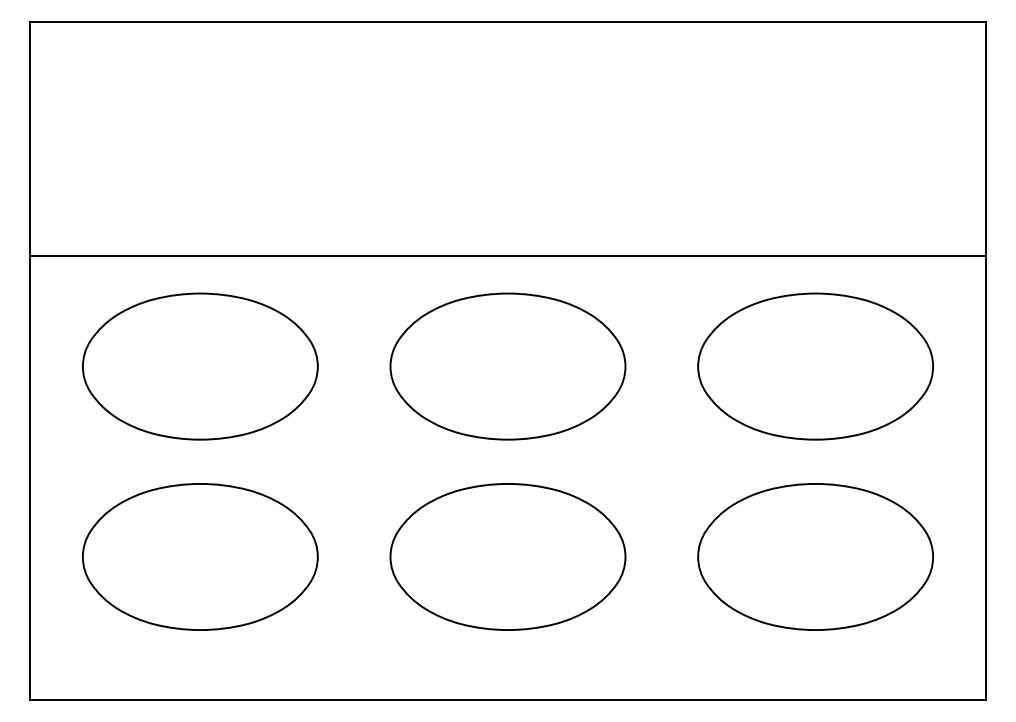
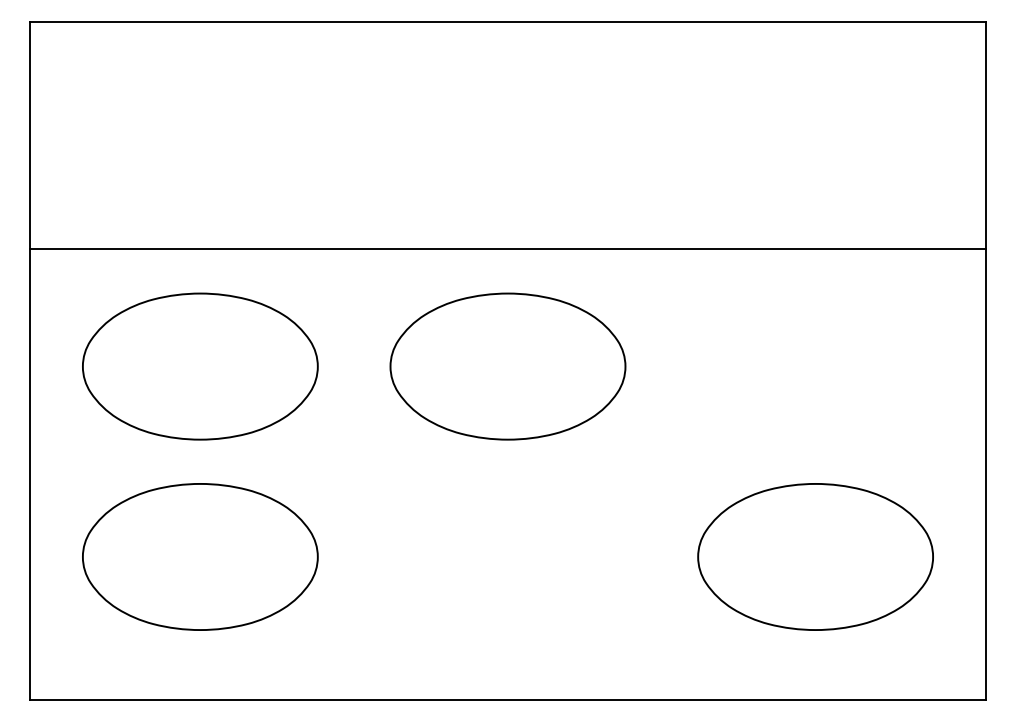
line at (507, 256) position: (507, 256) -> (507, 249)
part at (815, 366): present -> none
part at (507, 556): present -> none
